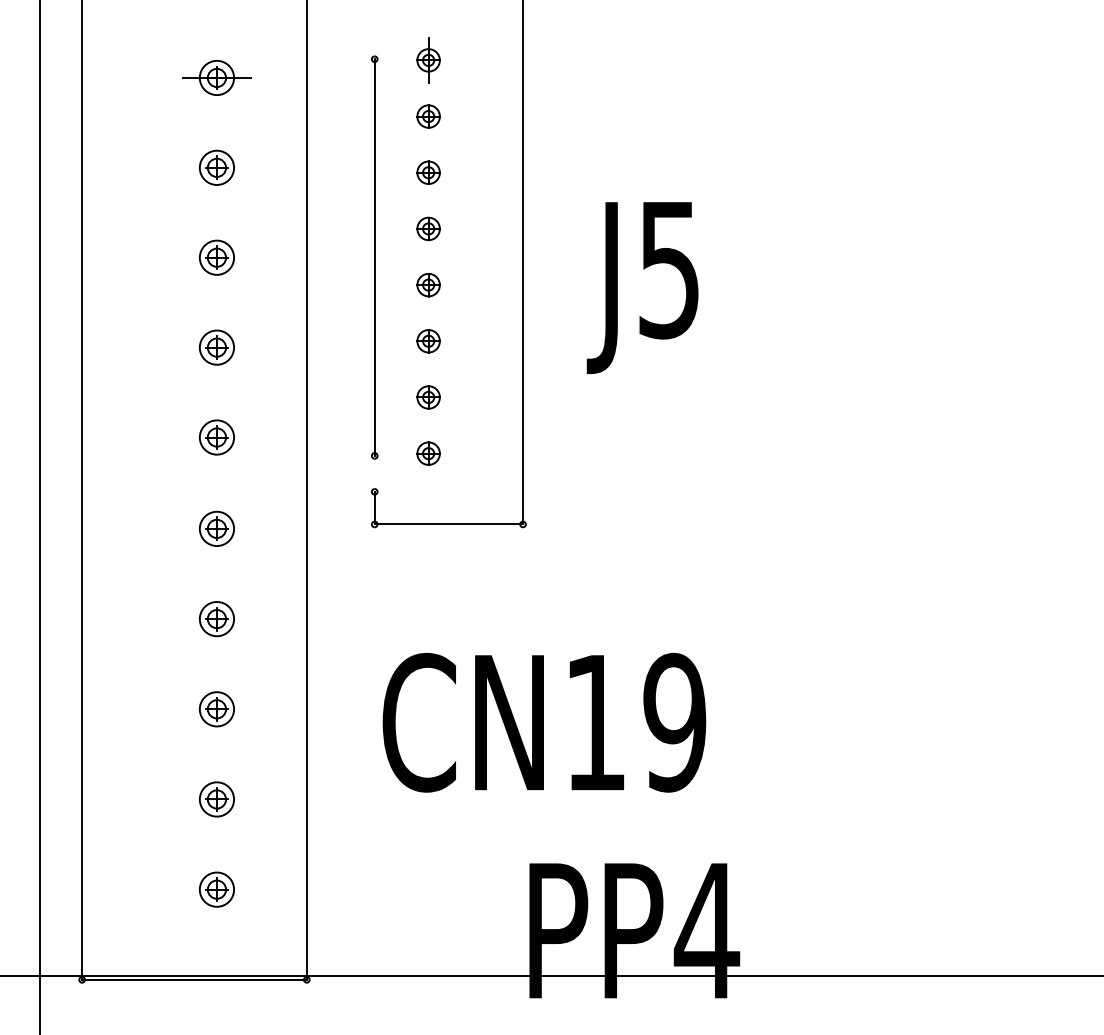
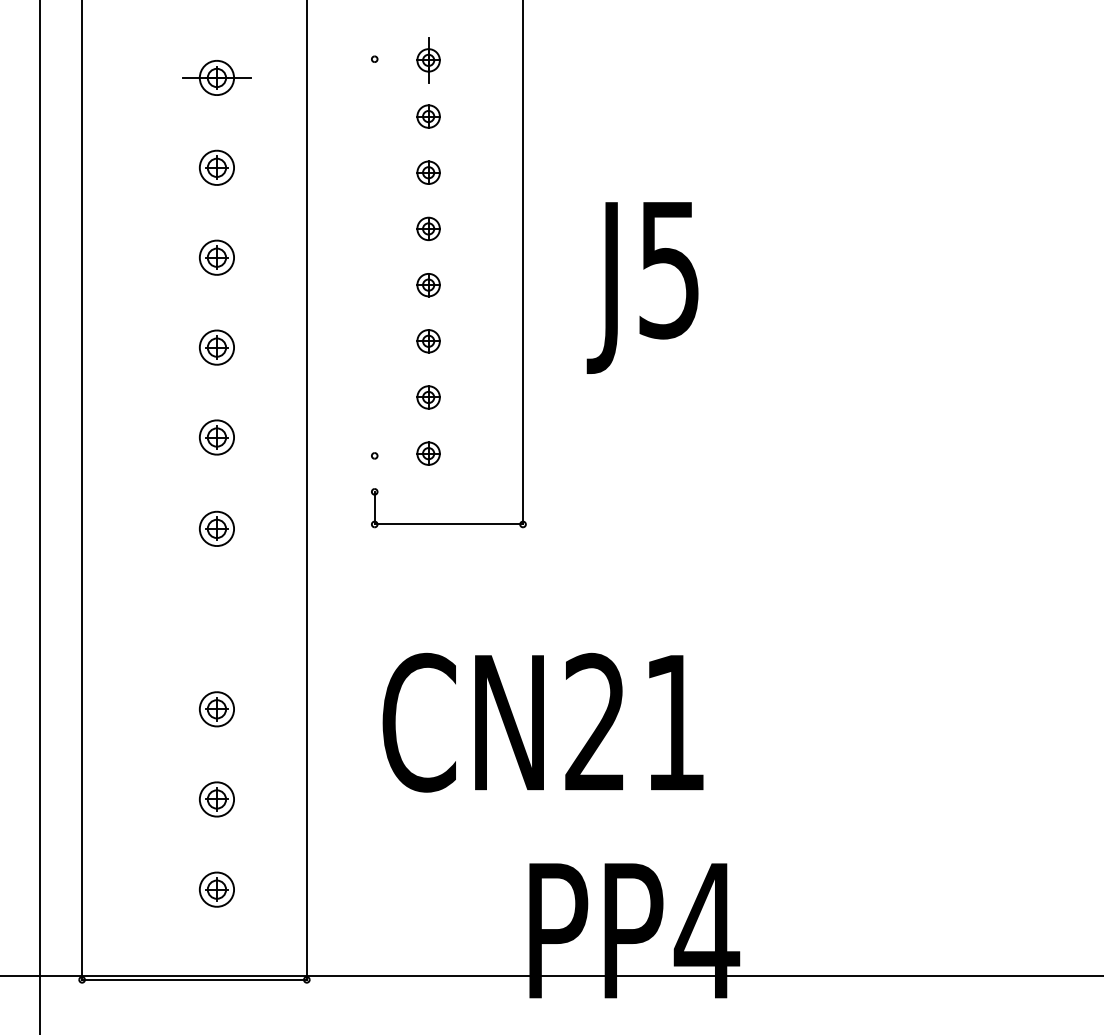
line at (374, 257): present -> none
part at (216, 619): present -> none
text at (635, 722): CN19 -> CN21
